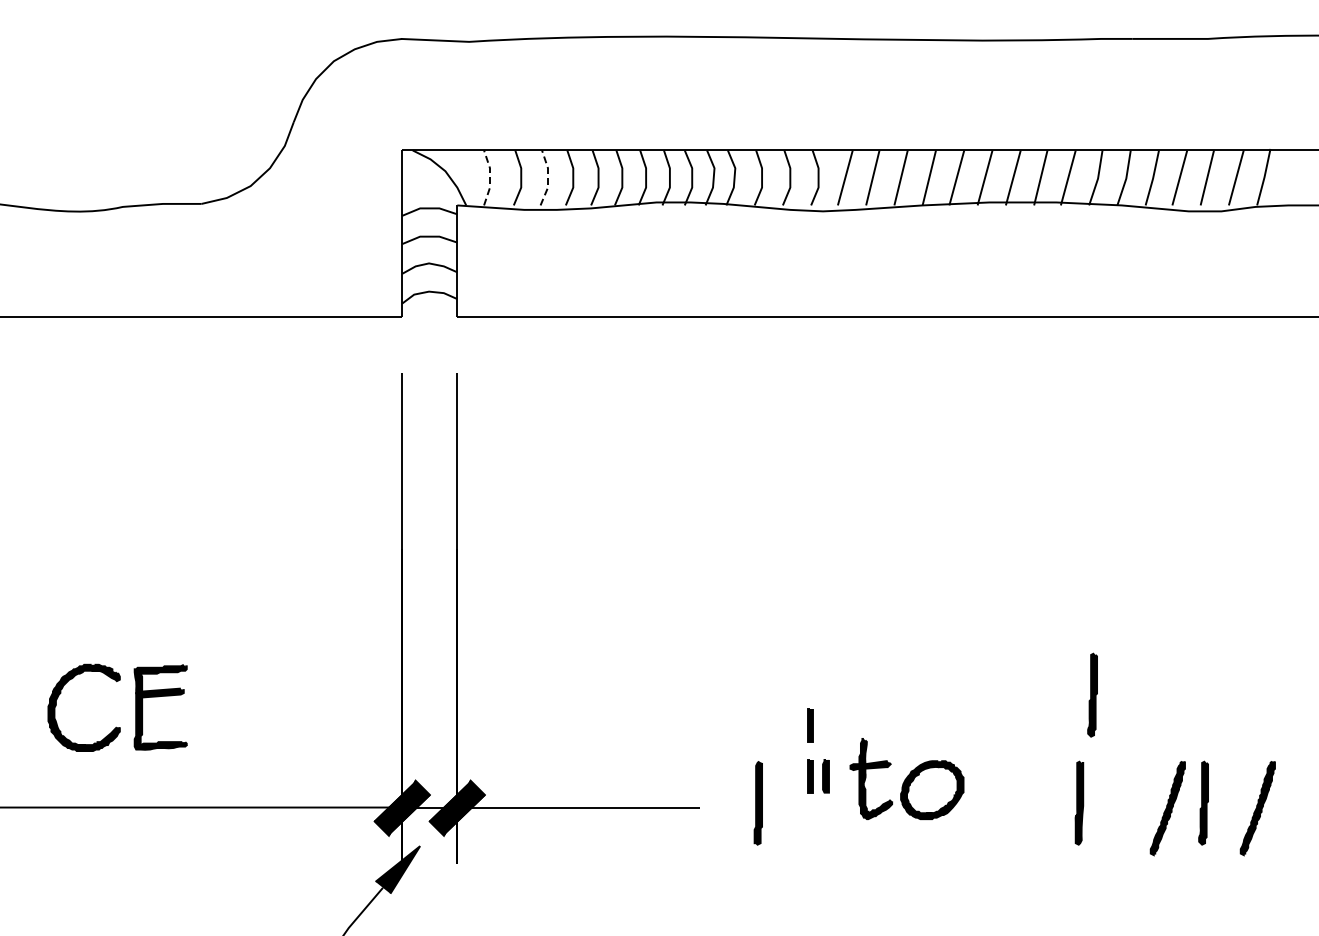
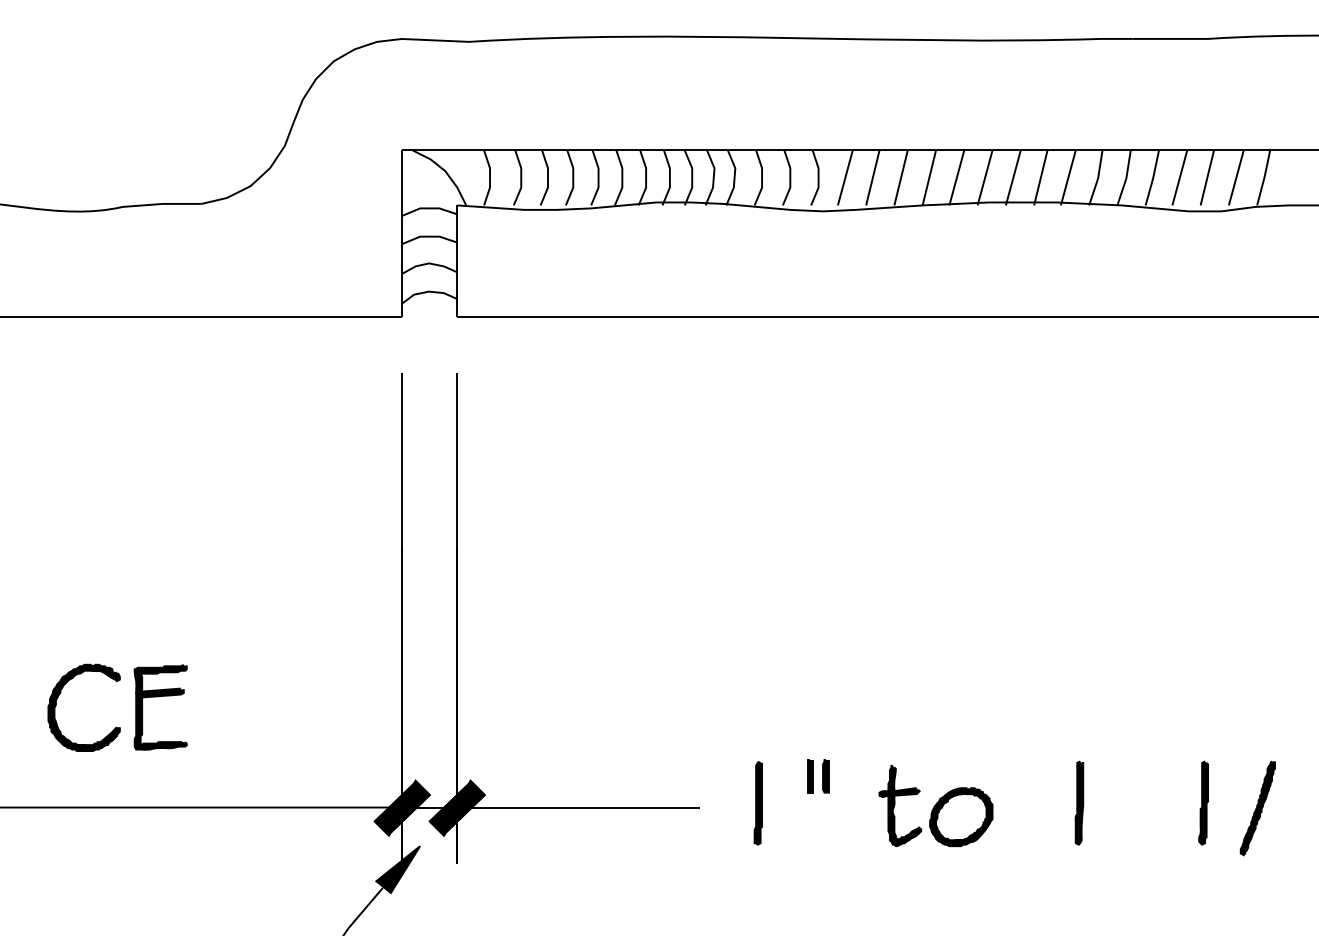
line at (490, 177): dashed -> solid
line at (548, 177): dashed -> solid
part at (1092, 694): present -> none
part at (810, 725): present -> none
part at (906, 778) position: (906, 778) -> (935, 805)
part at (1167, 808): present -> none
